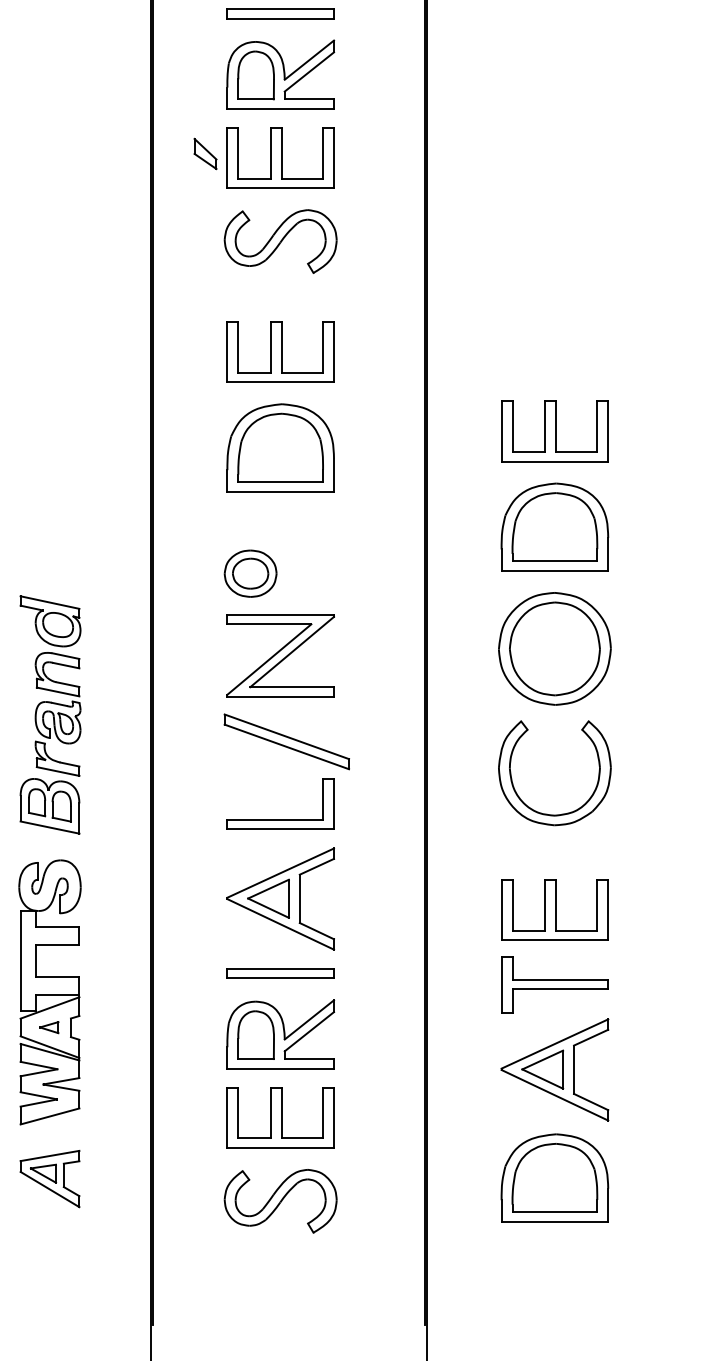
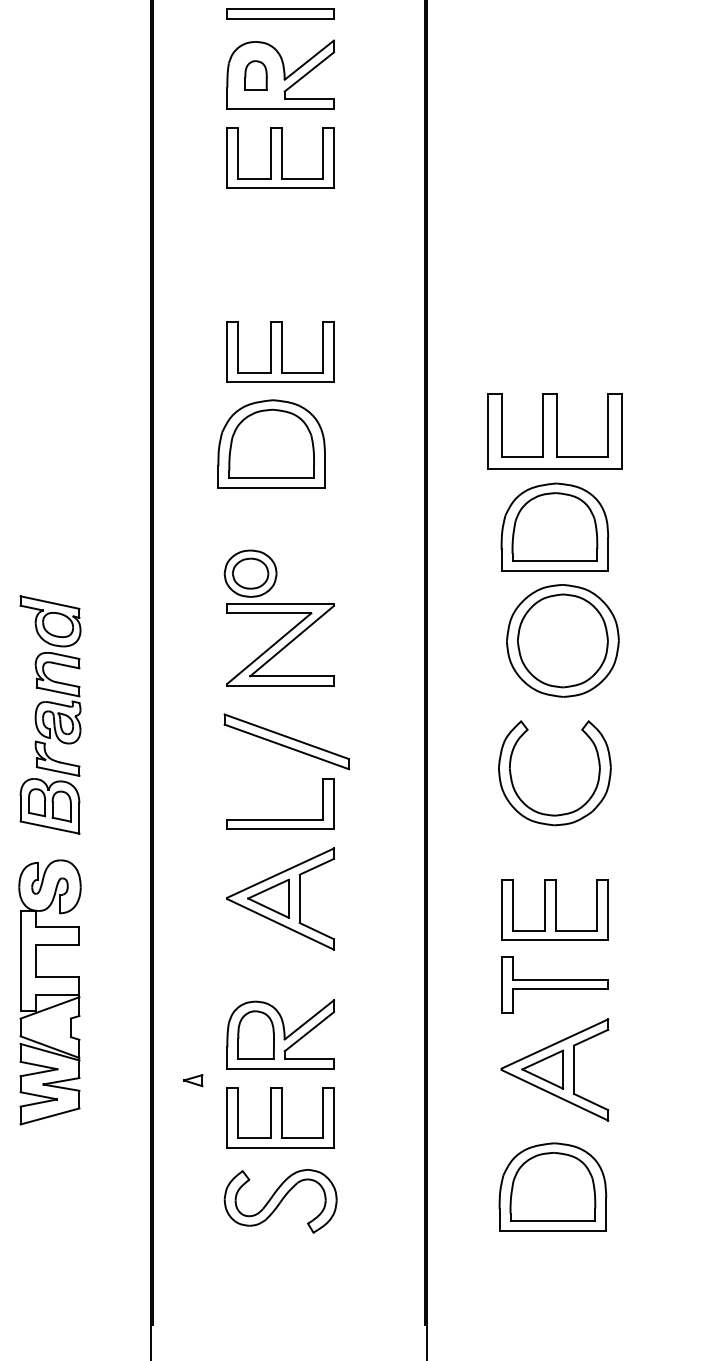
part at (255, 75) size: 38x51 px -> 24x31 px
part at (205, 153): present -> none
part at (280, 241): present -> none
part at (554, 431) size: 108x63 px -> 136x77 px
part at (280, 447) position: (280, 447) -> (271, 443)
part at (554, 648) position: (554, 648) -> (562, 640)
part at (280, 655) position: (280, 655) -> (280, 644)
part at (280, 973): present -> none
part at (49, 1027) position: (49, 1027) -> (193, 1080)
part at (554, 1177) position: (554, 1177) -> (552, 1186)
part at (49, 1179): present -> none
